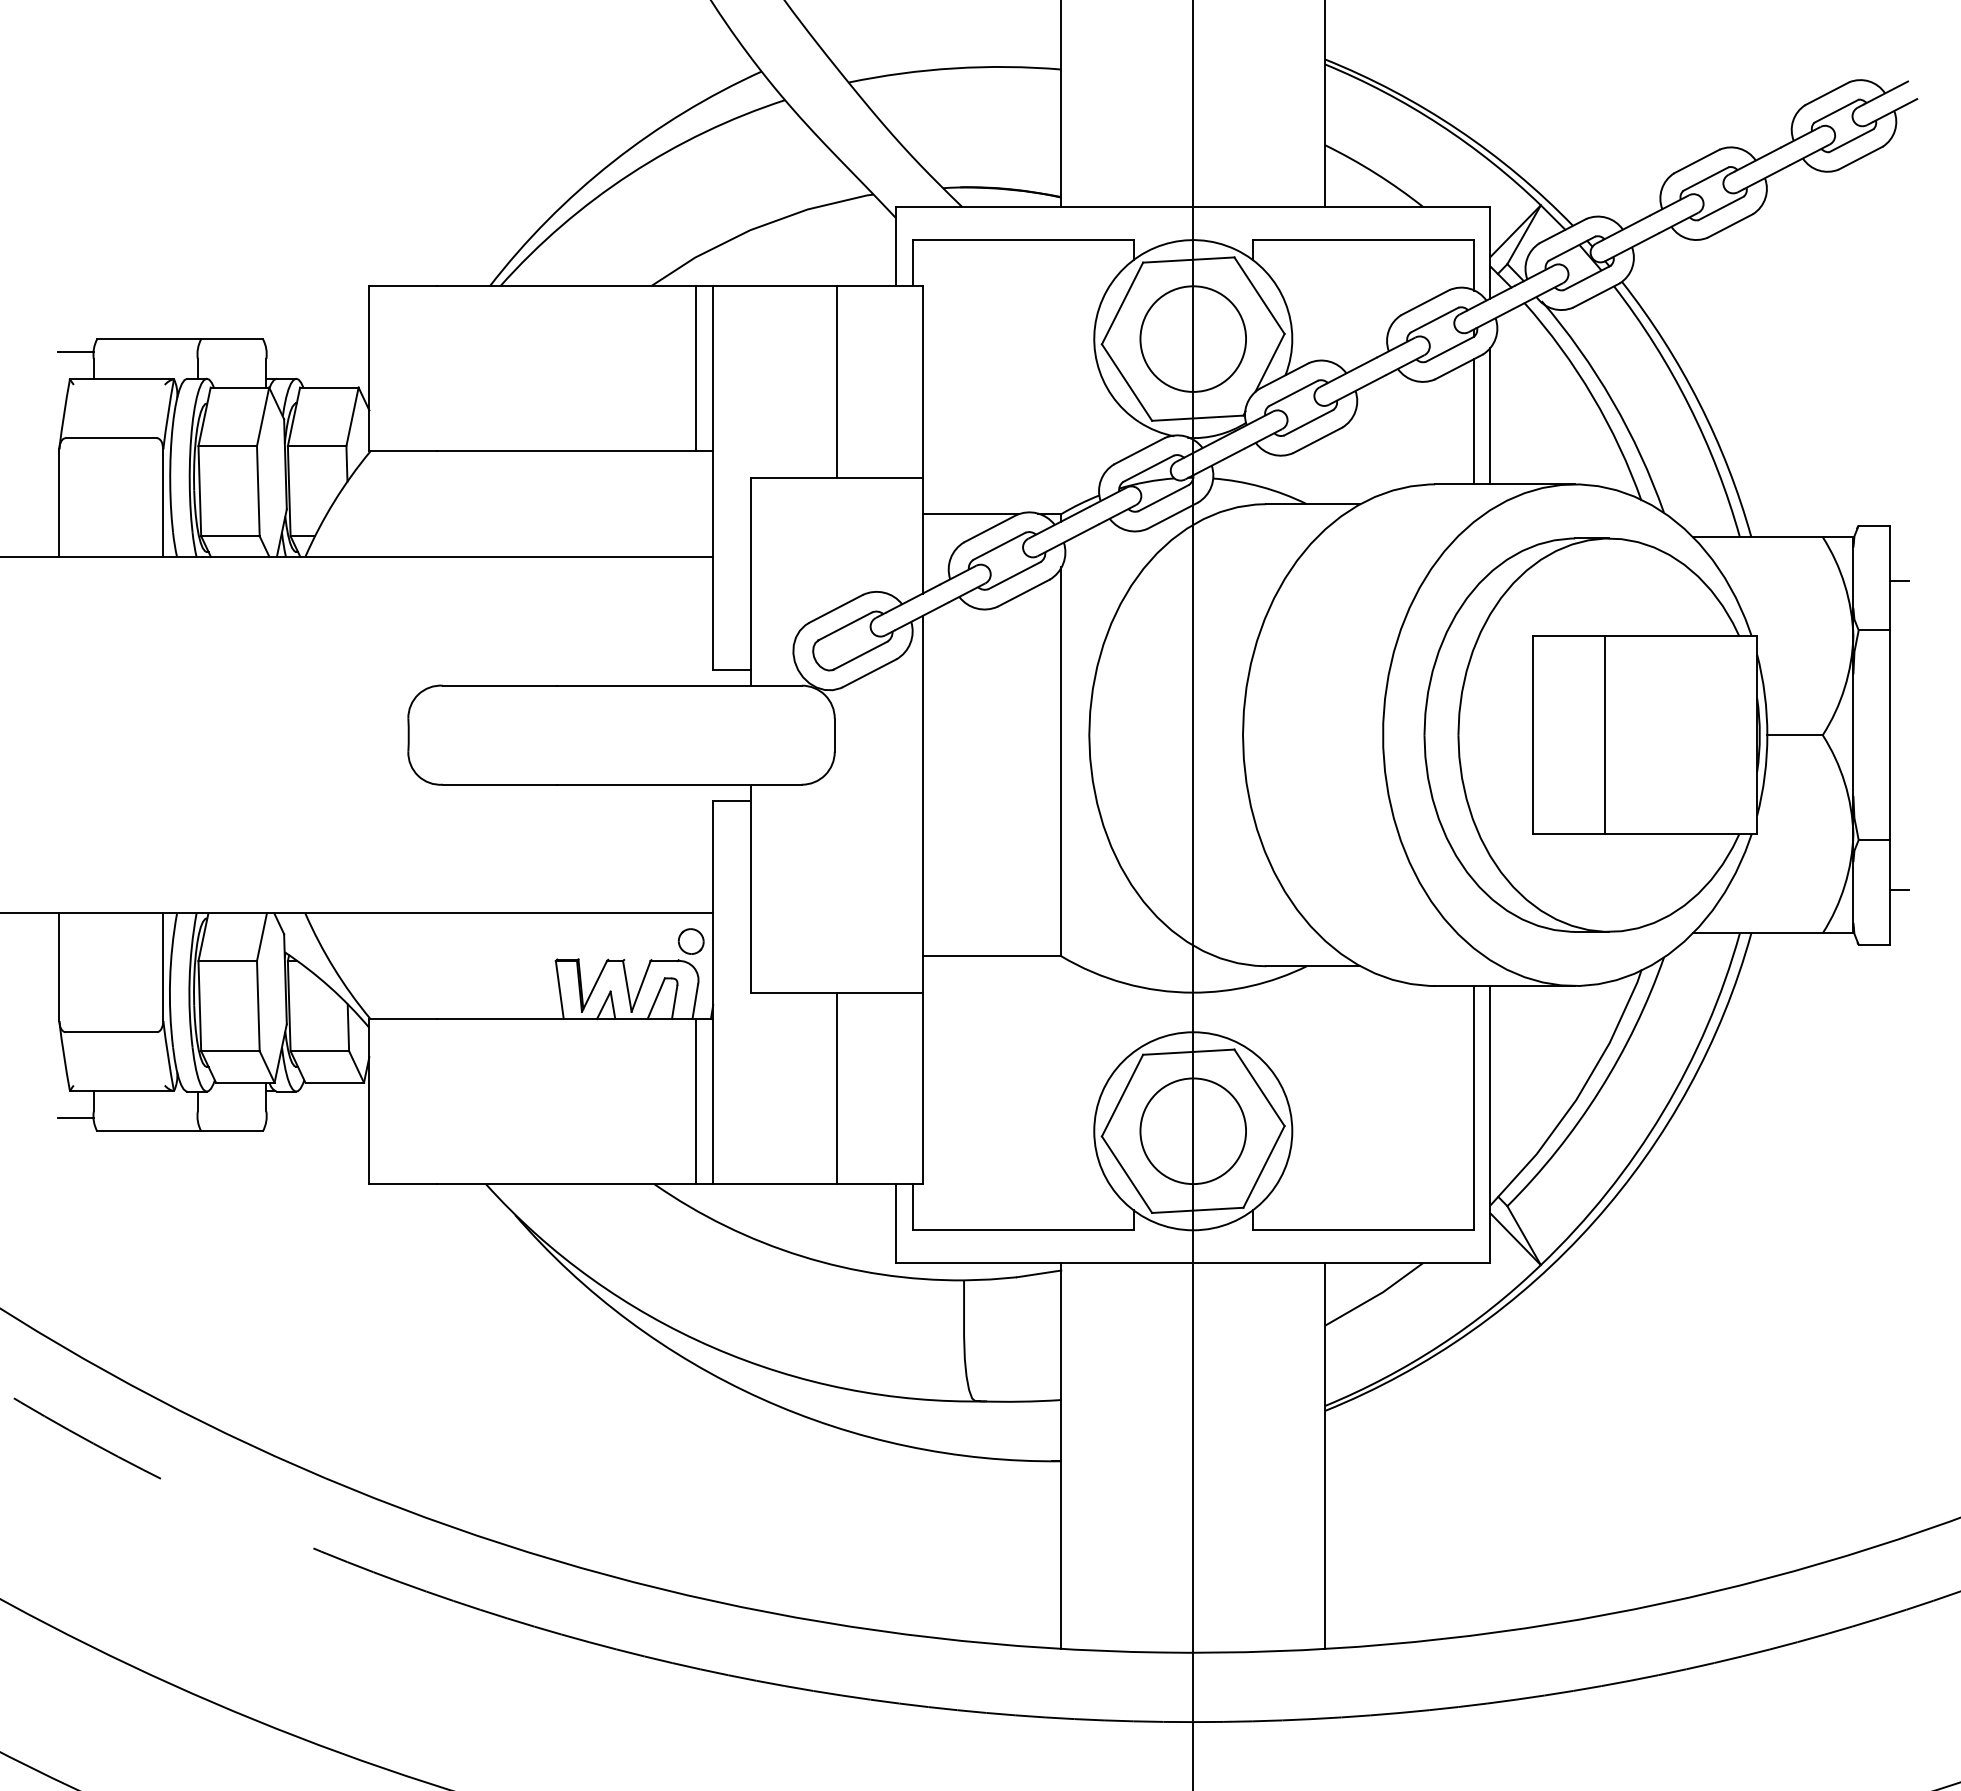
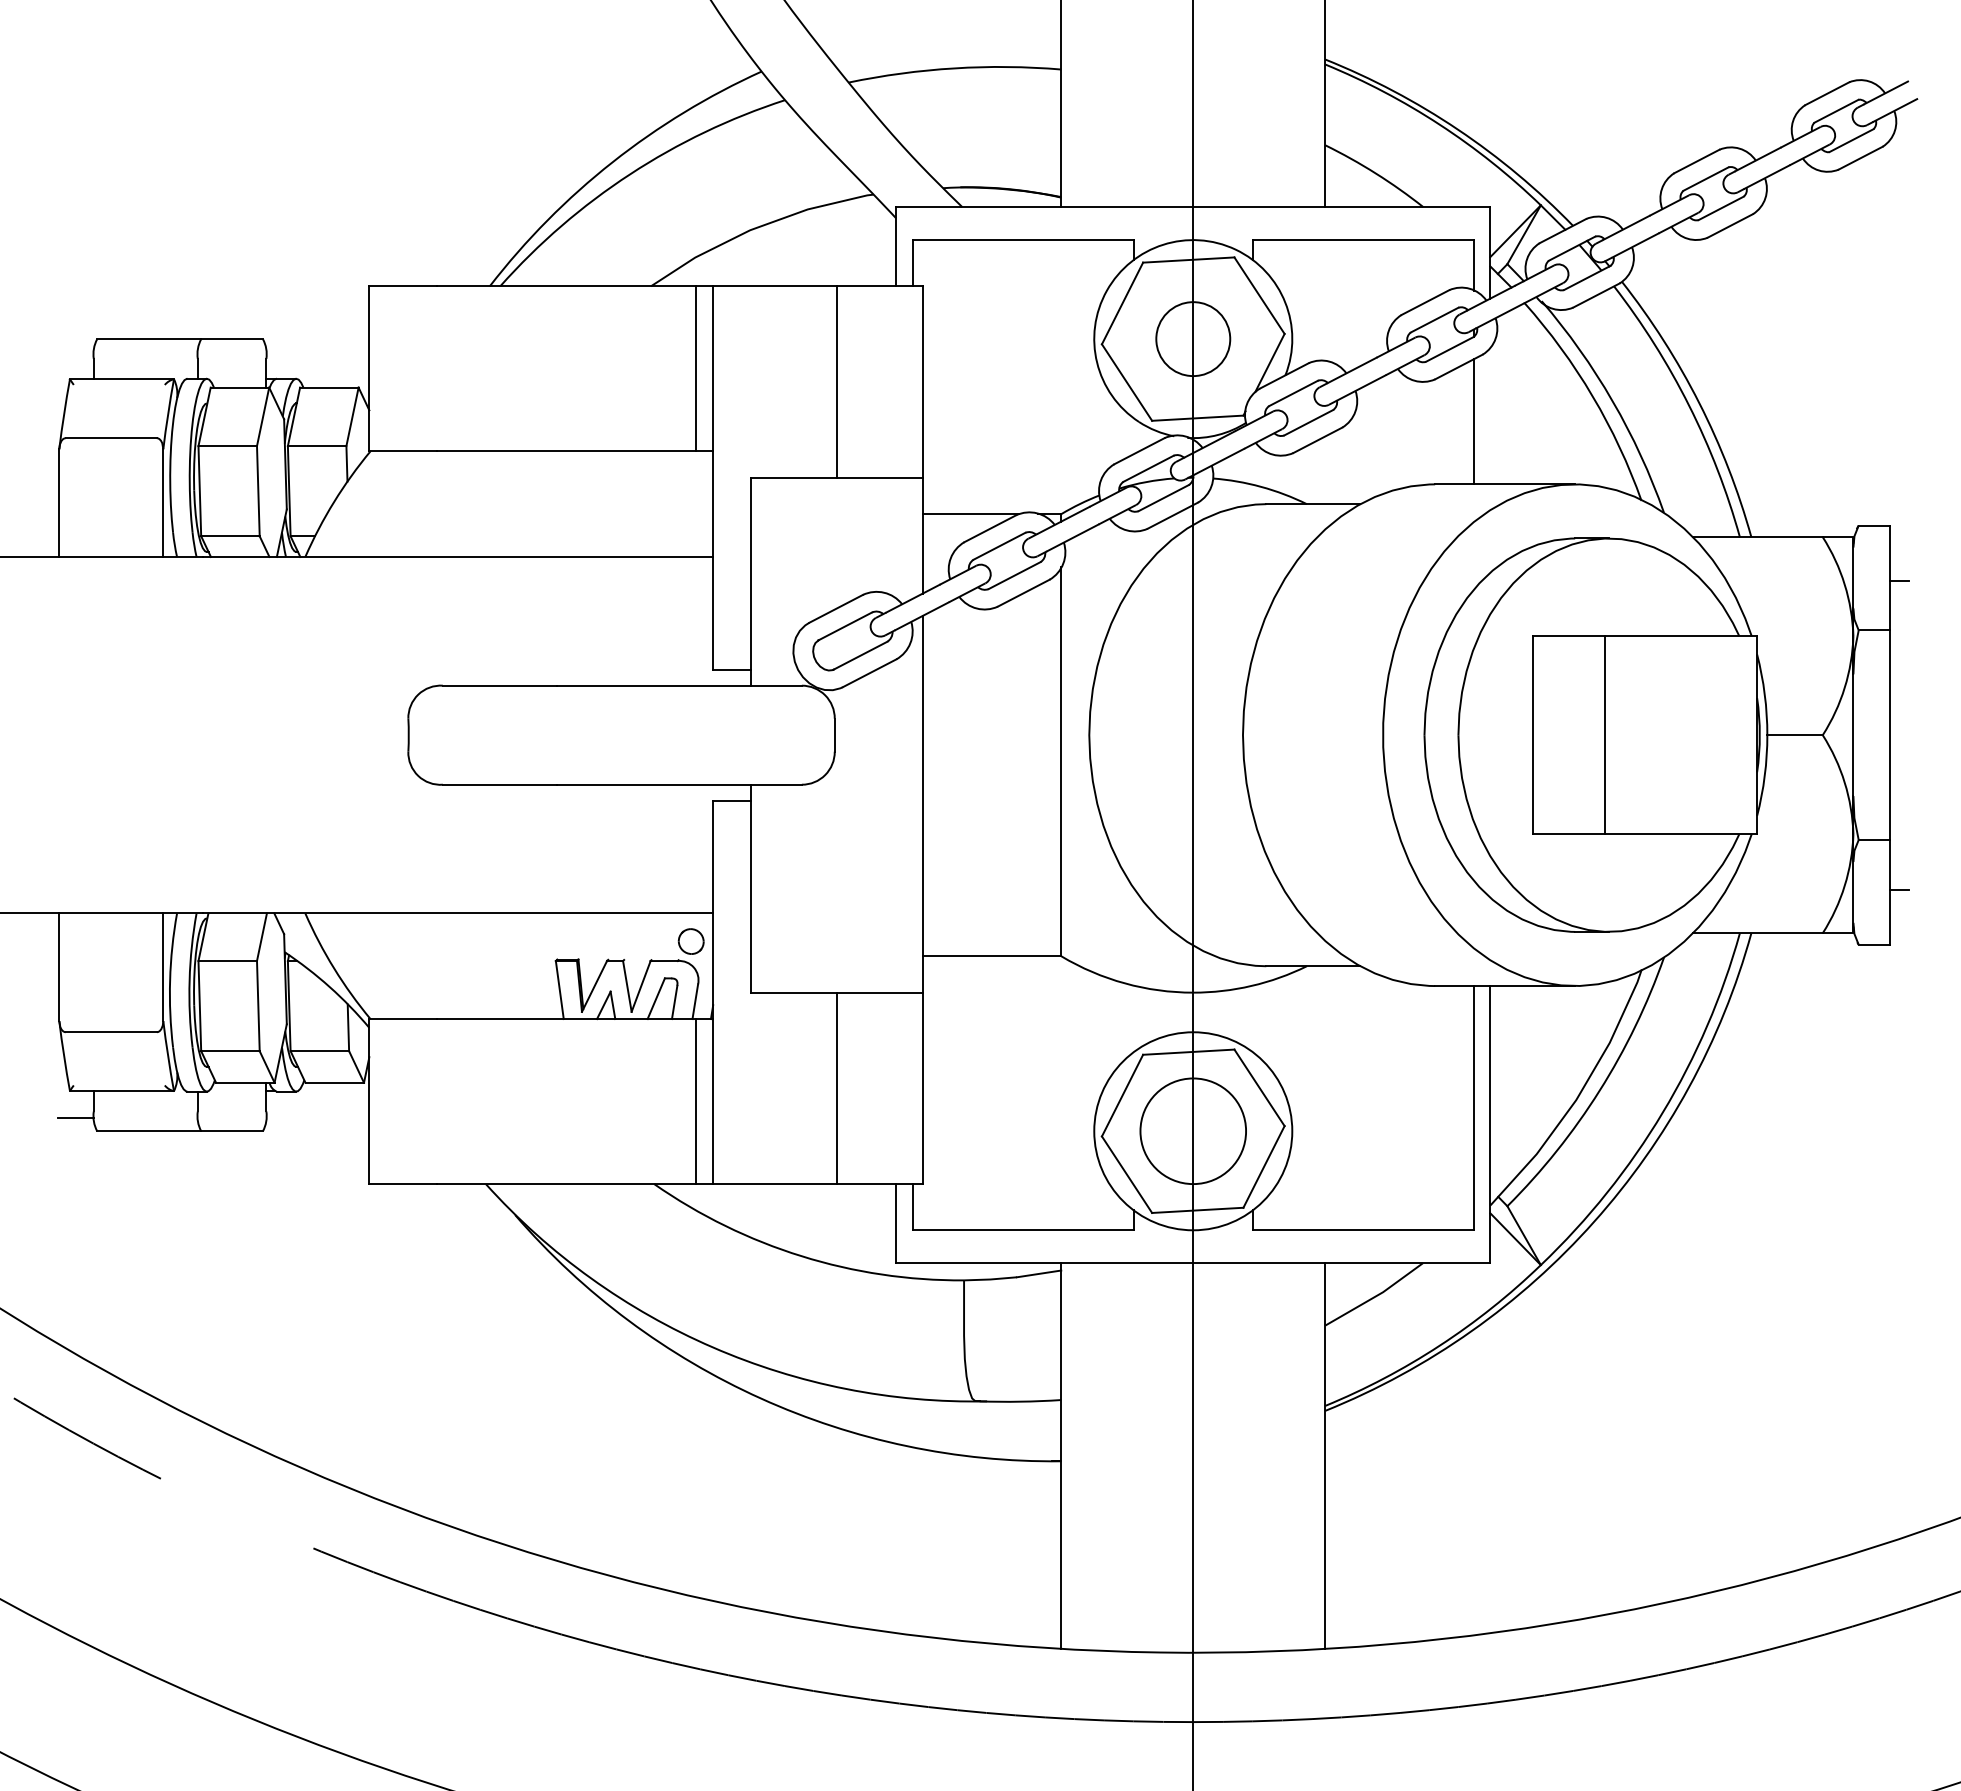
circle at (1193, 338) diameter: 106 px -> 74 px
line at (76, 352): present -> none
line at (1490, 416): present -> none
